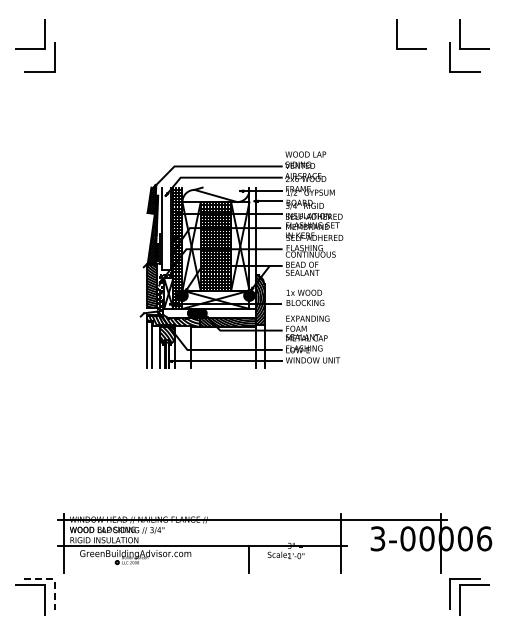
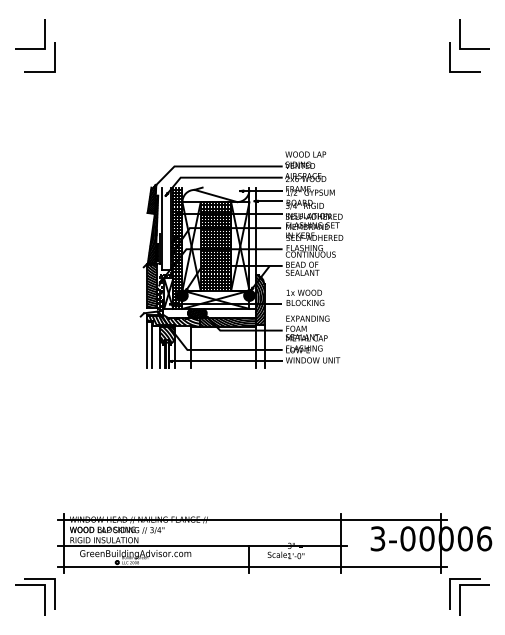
line at (397, 34): present -> none
line at (252, 567): none -> present
line at (54, 579): dashed -> solid
